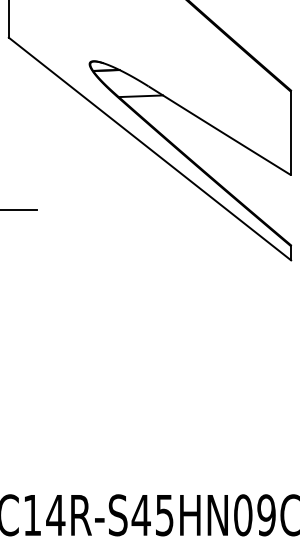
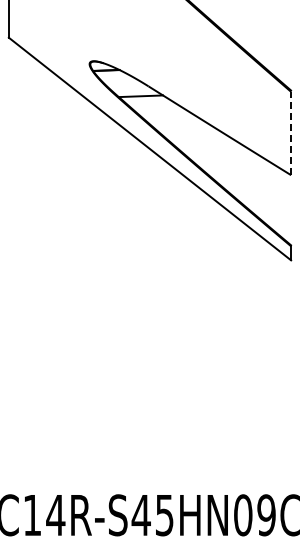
line at (291, 133): solid -> dashed
line at (19, 210): present -> none
